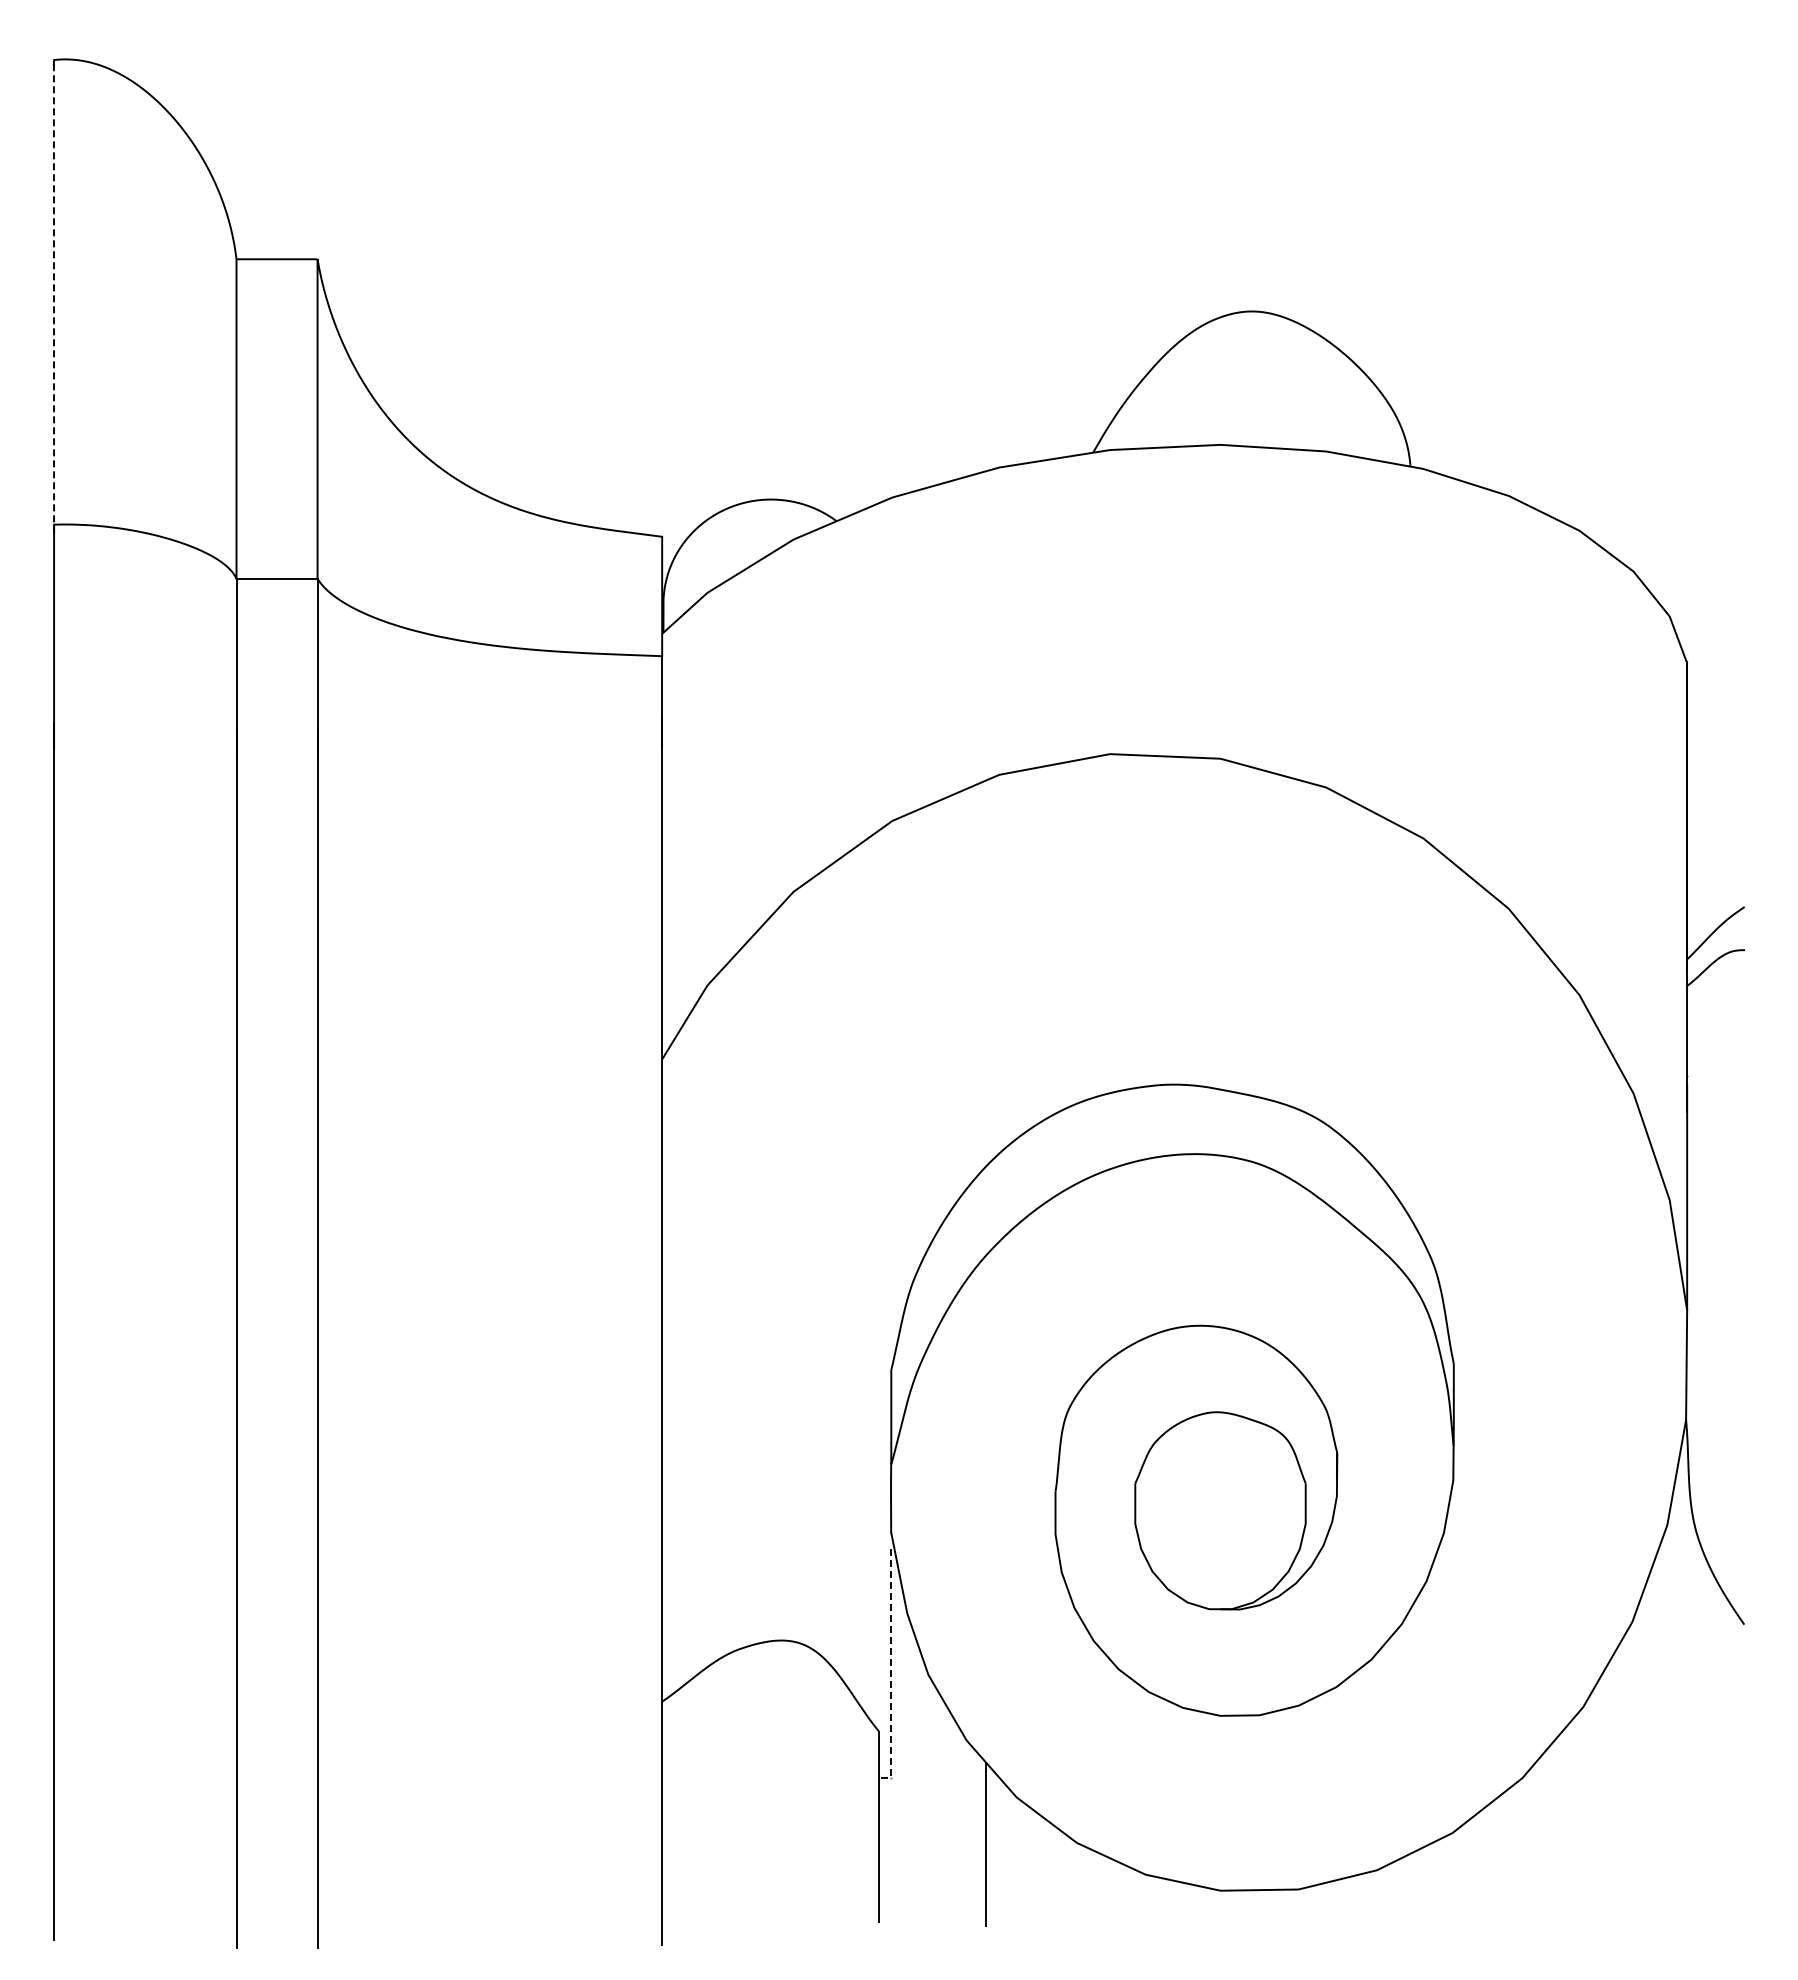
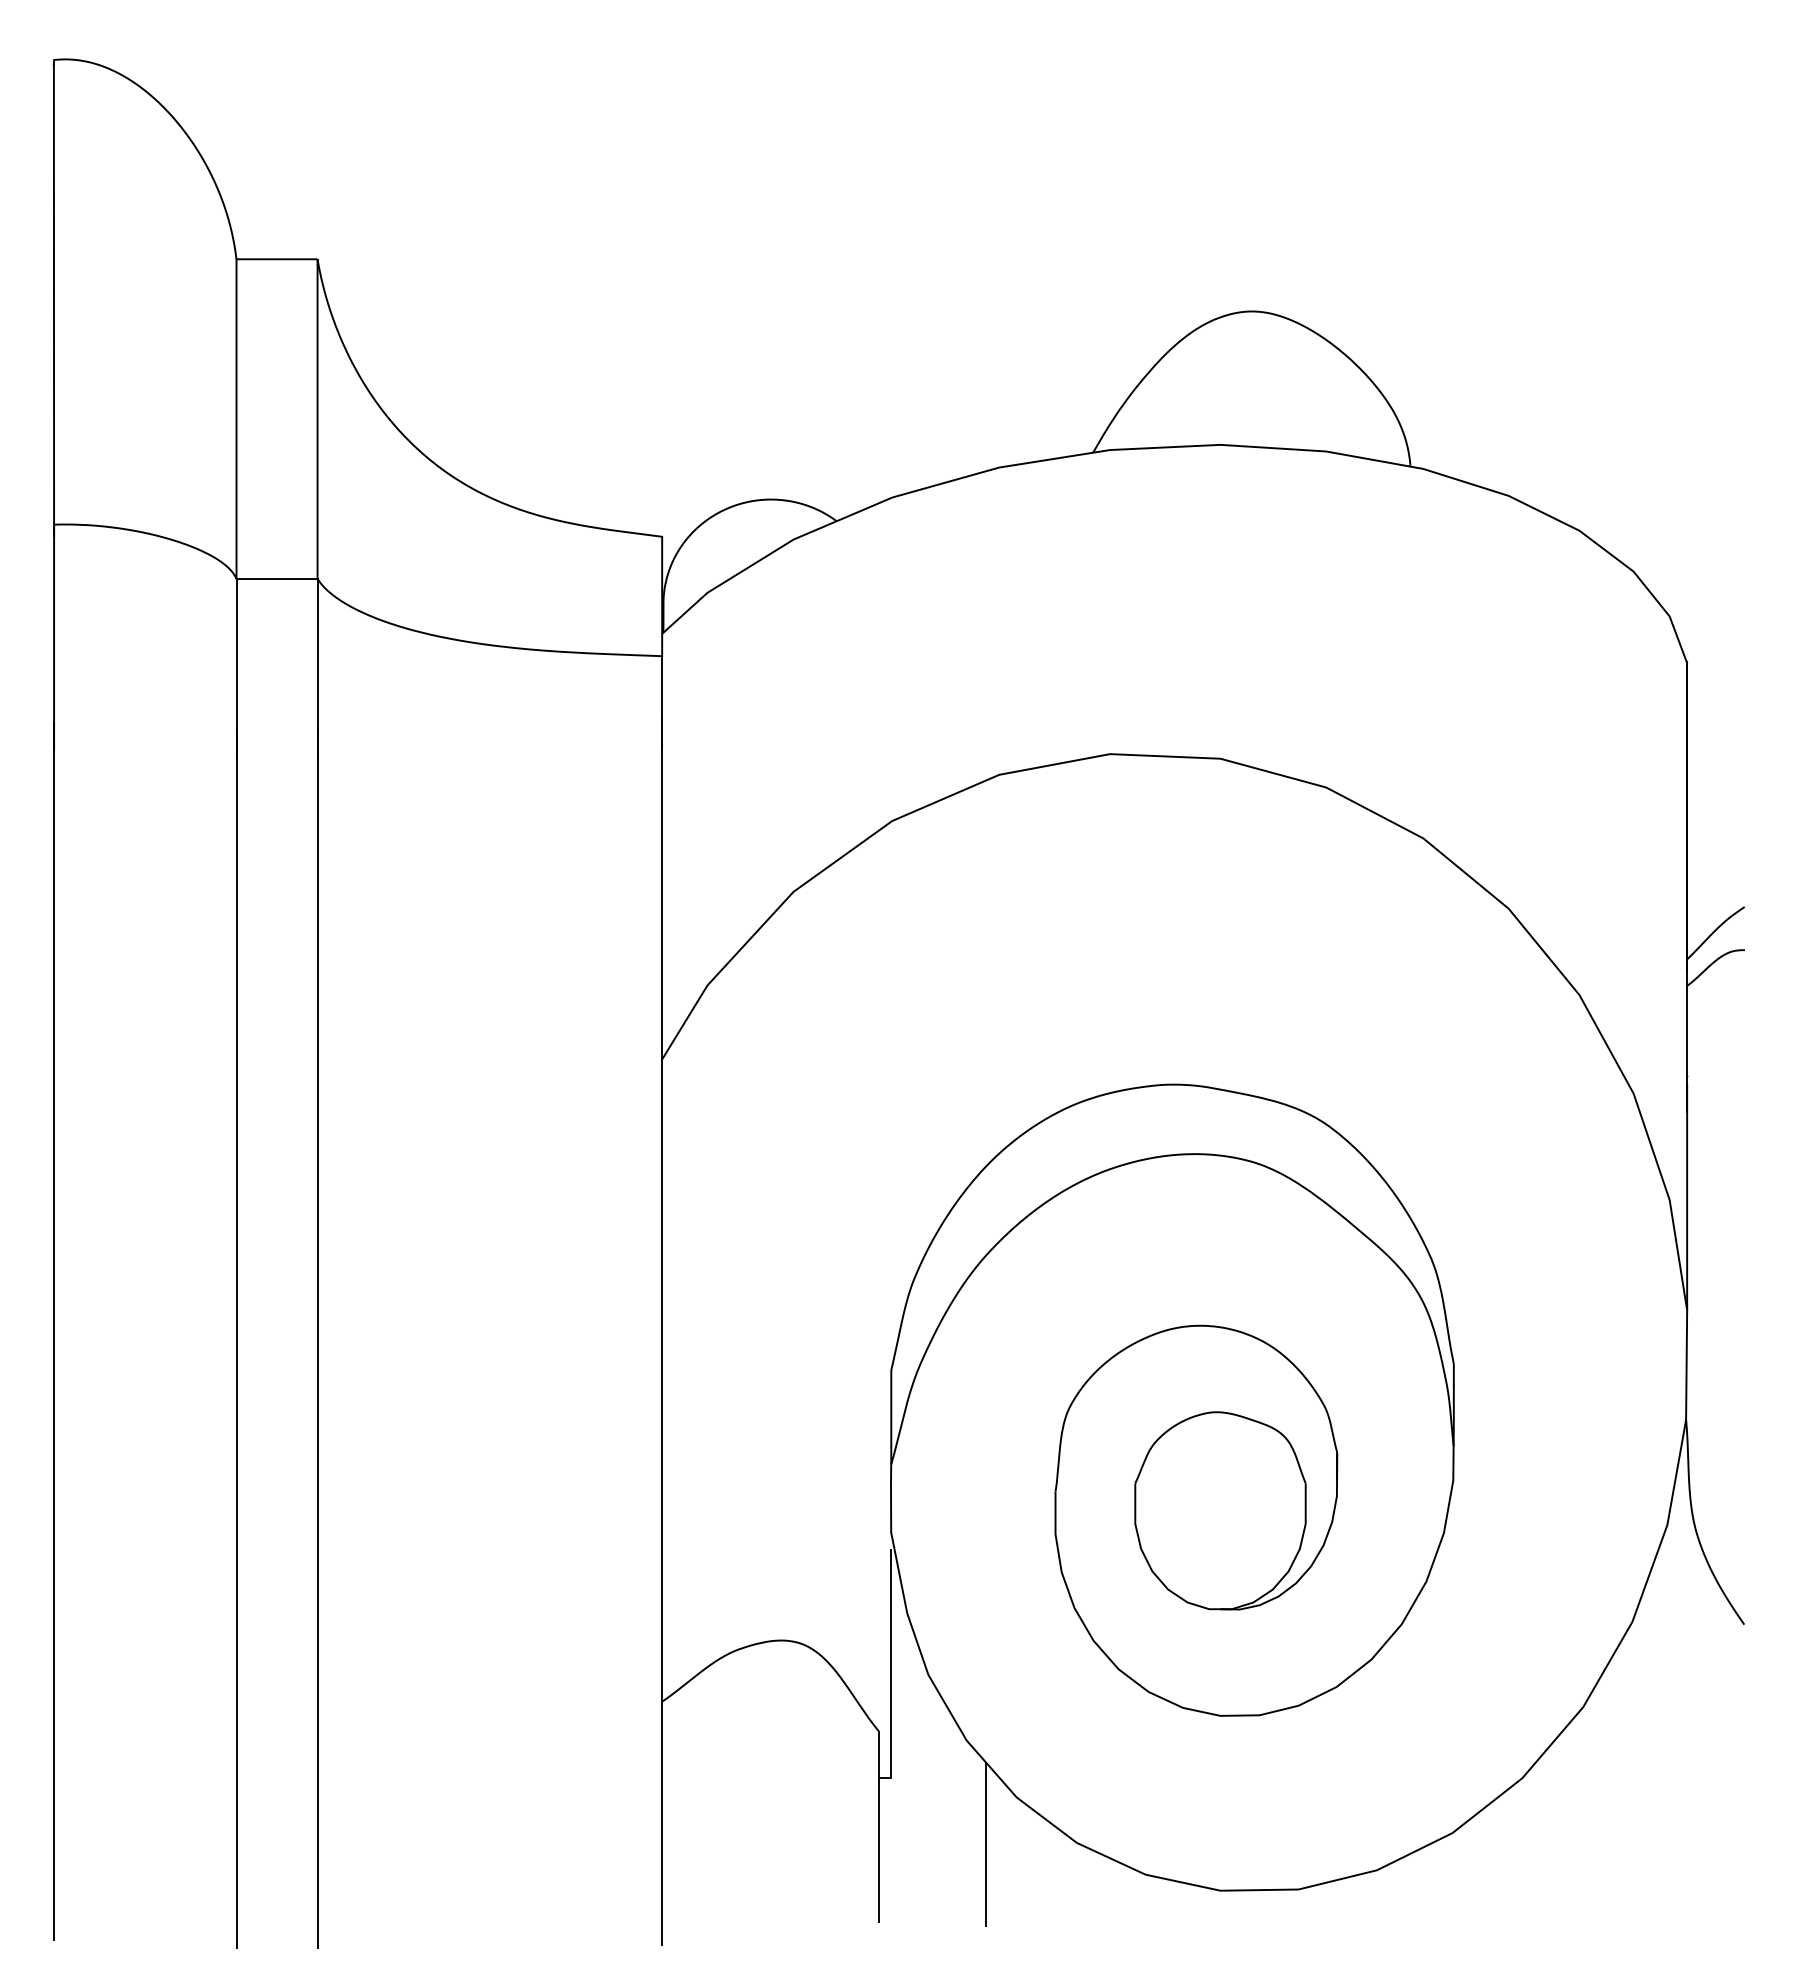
line at (54, 301): dashed -> solid
line at (890, 1670): dashed -> solid
